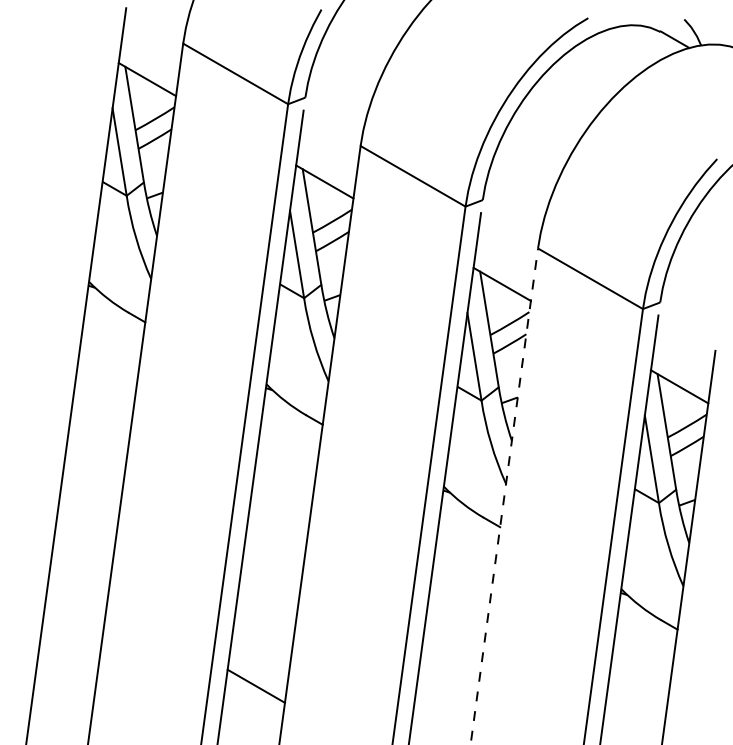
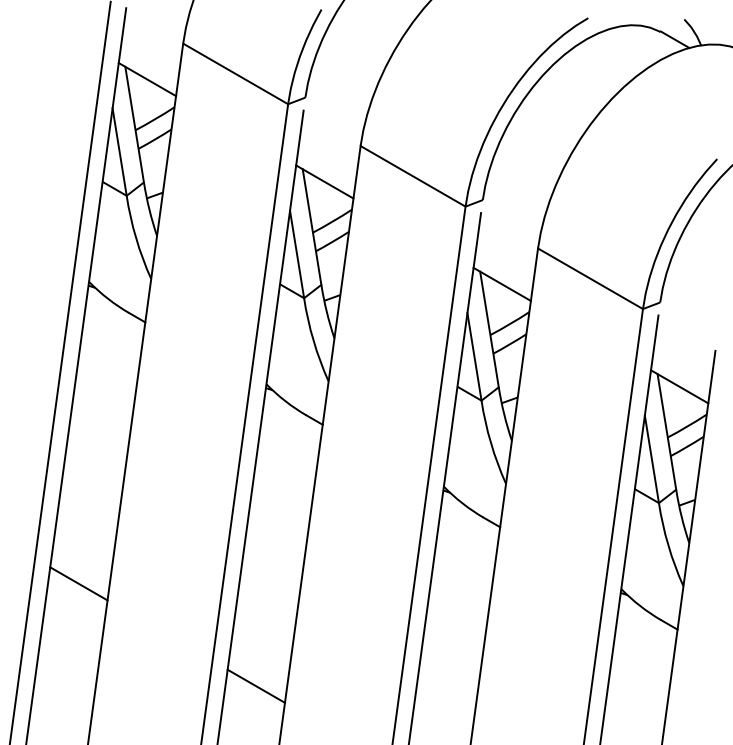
line at (60, 371): none -> present
line at (504, 496): dashed -> solid
line at (78, 583): none -> present
